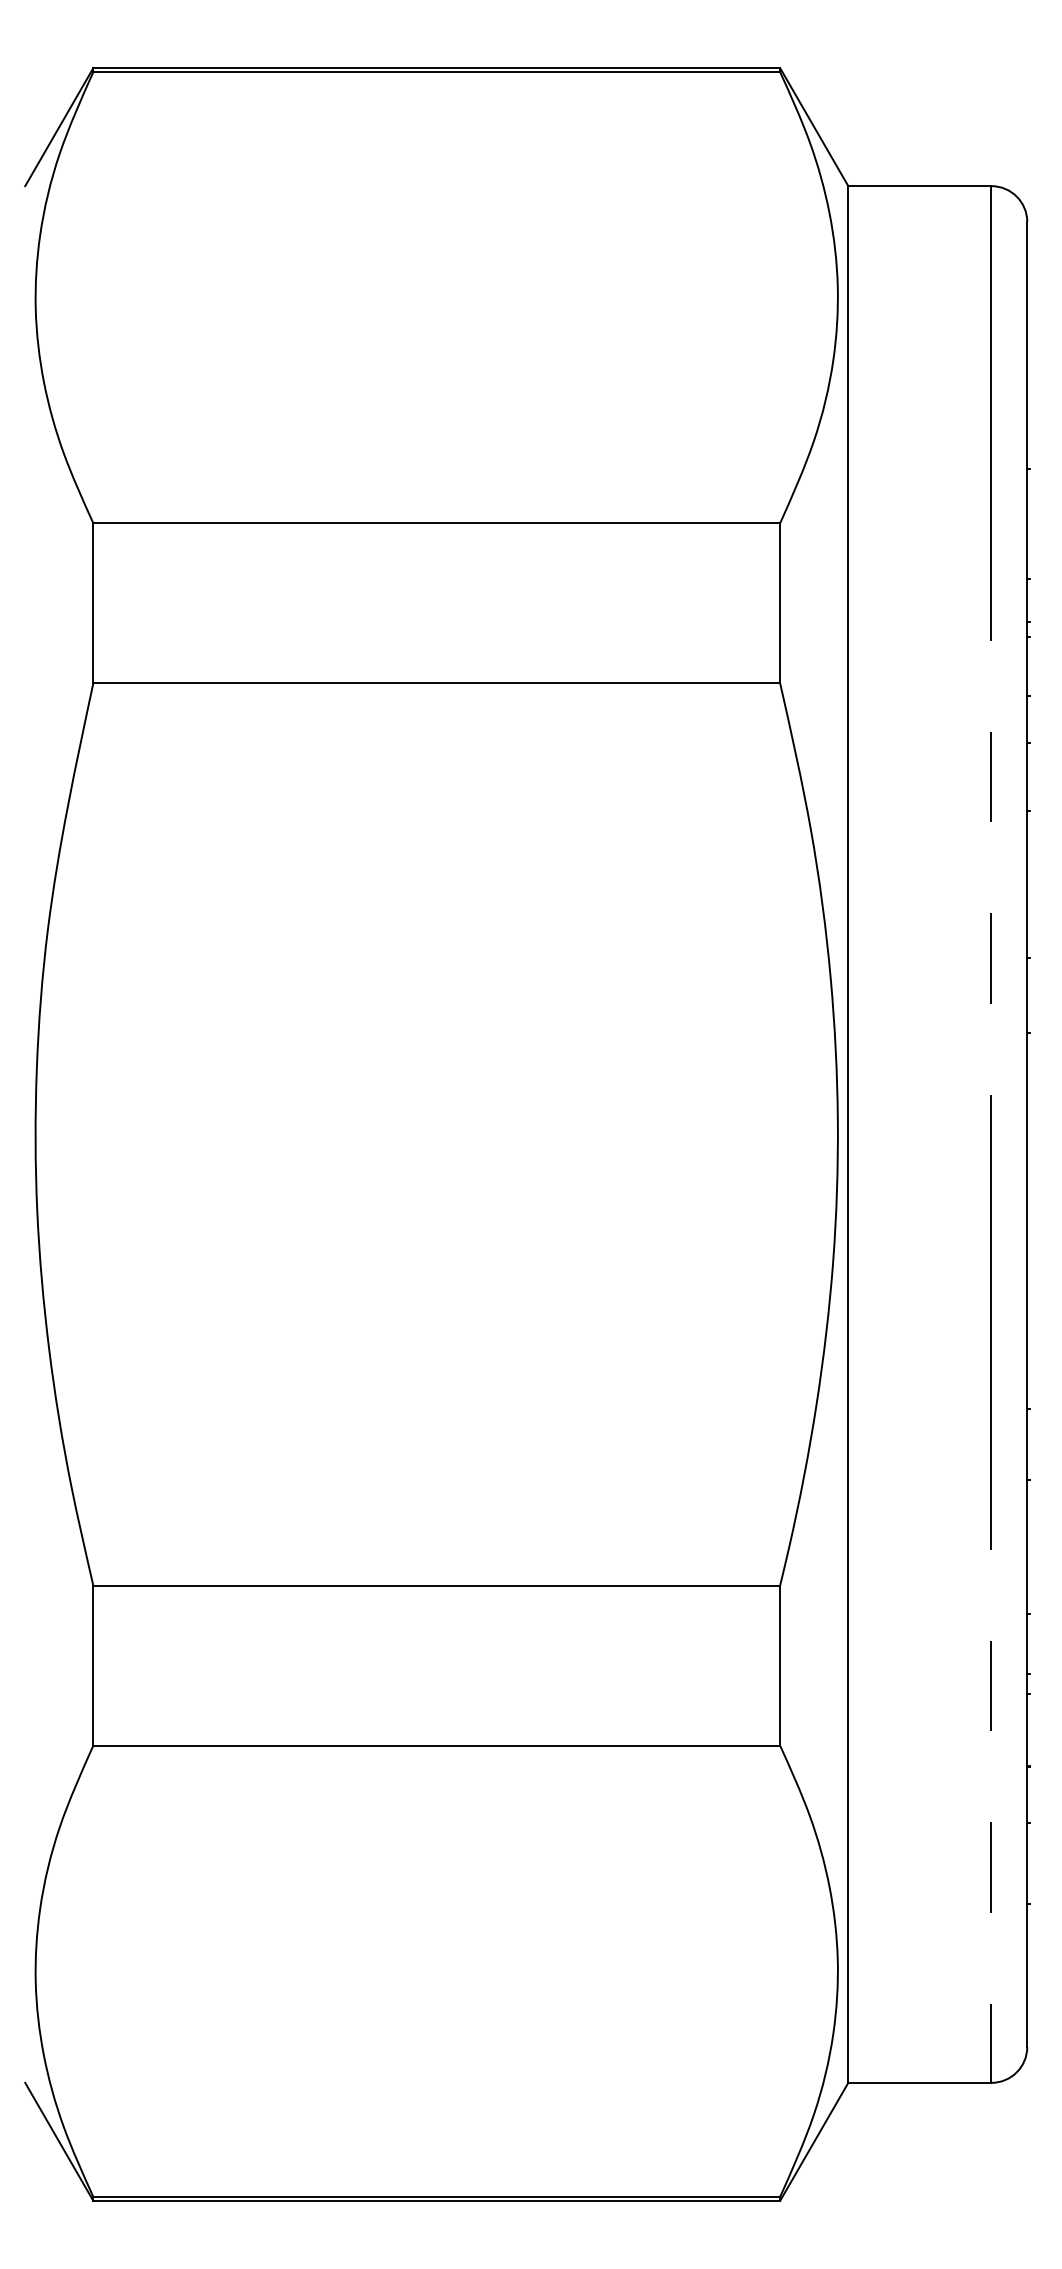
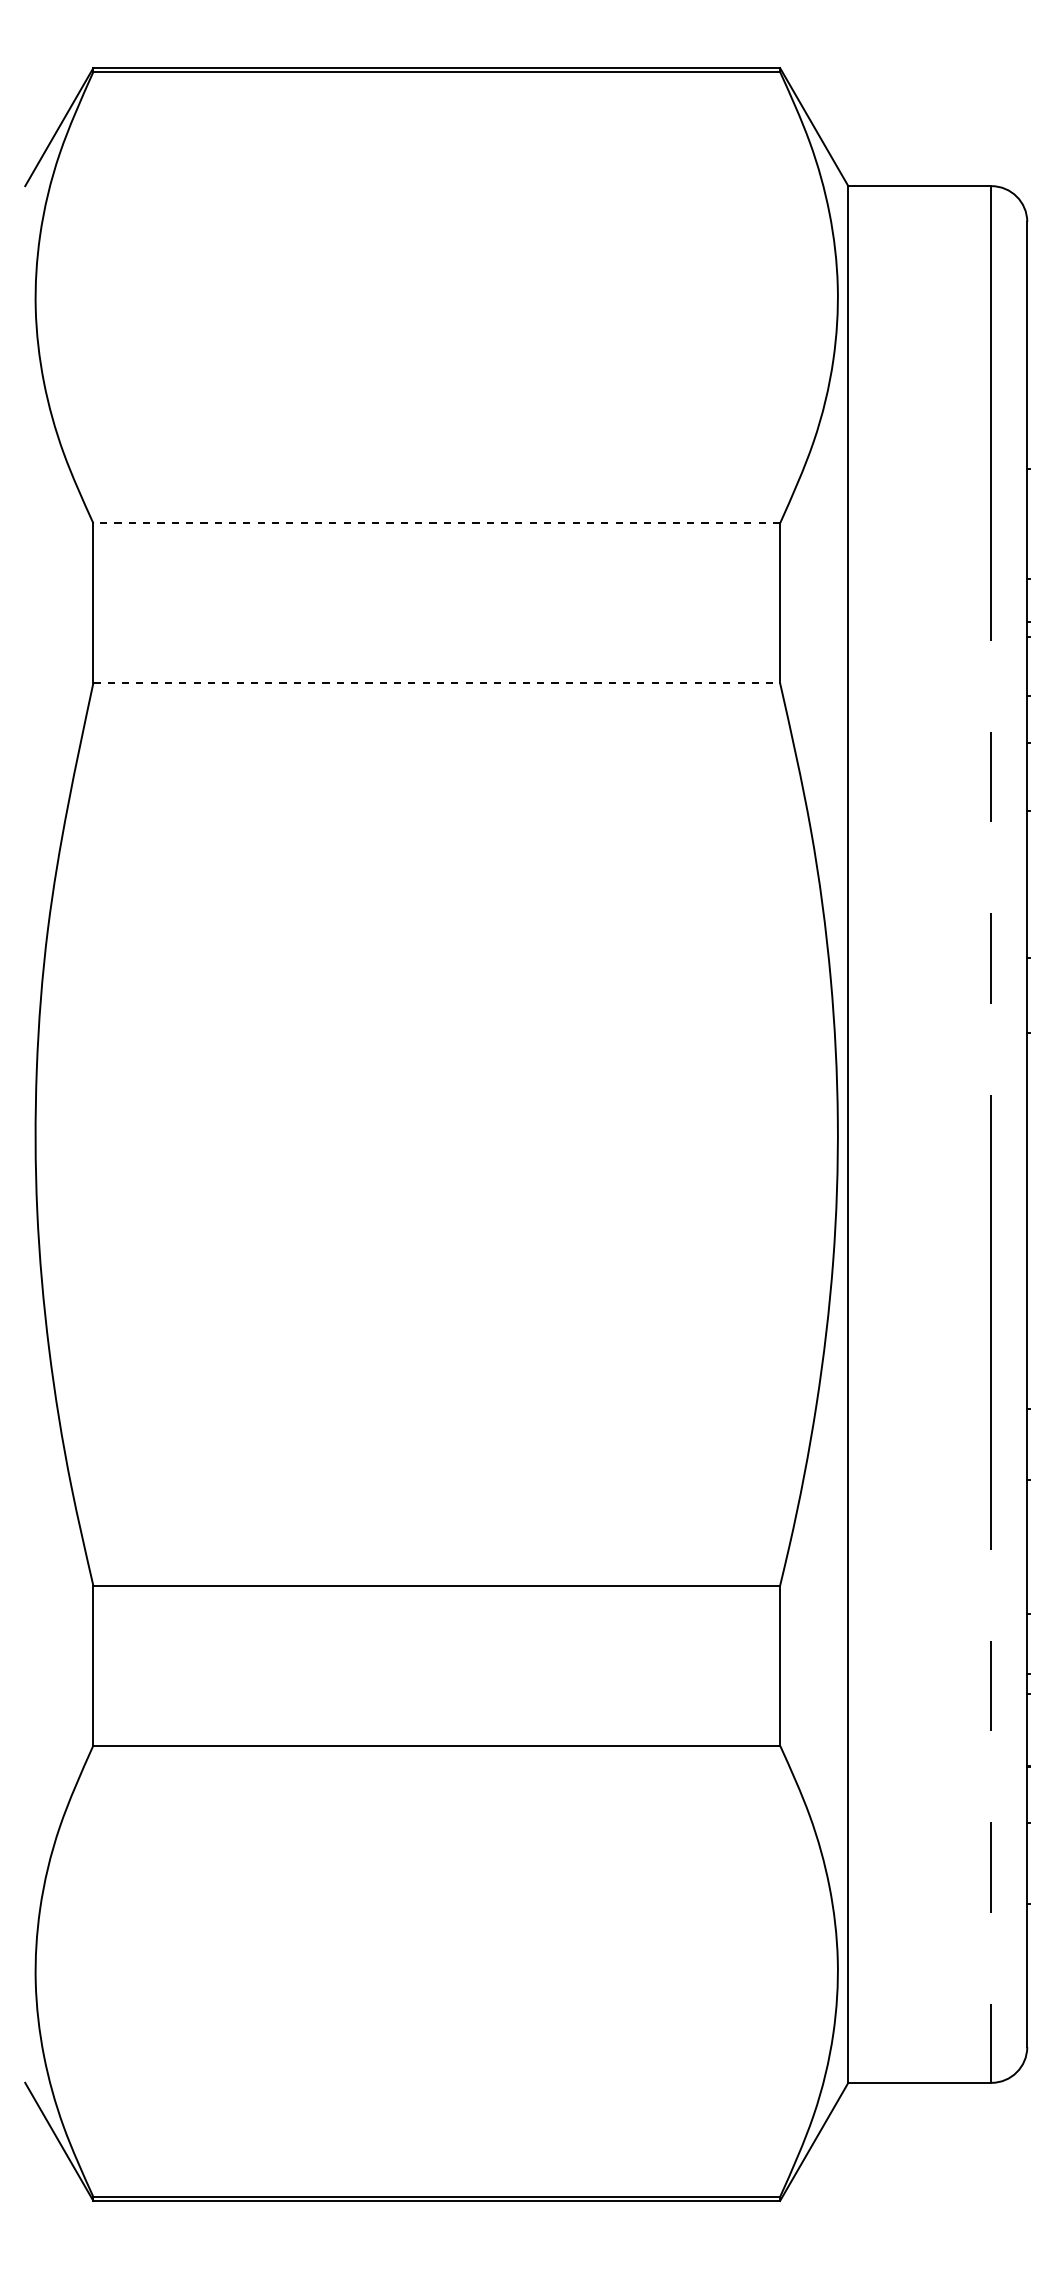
line at (436, 523): solid -> dashed
line at (437, 683): solid -> dashed
